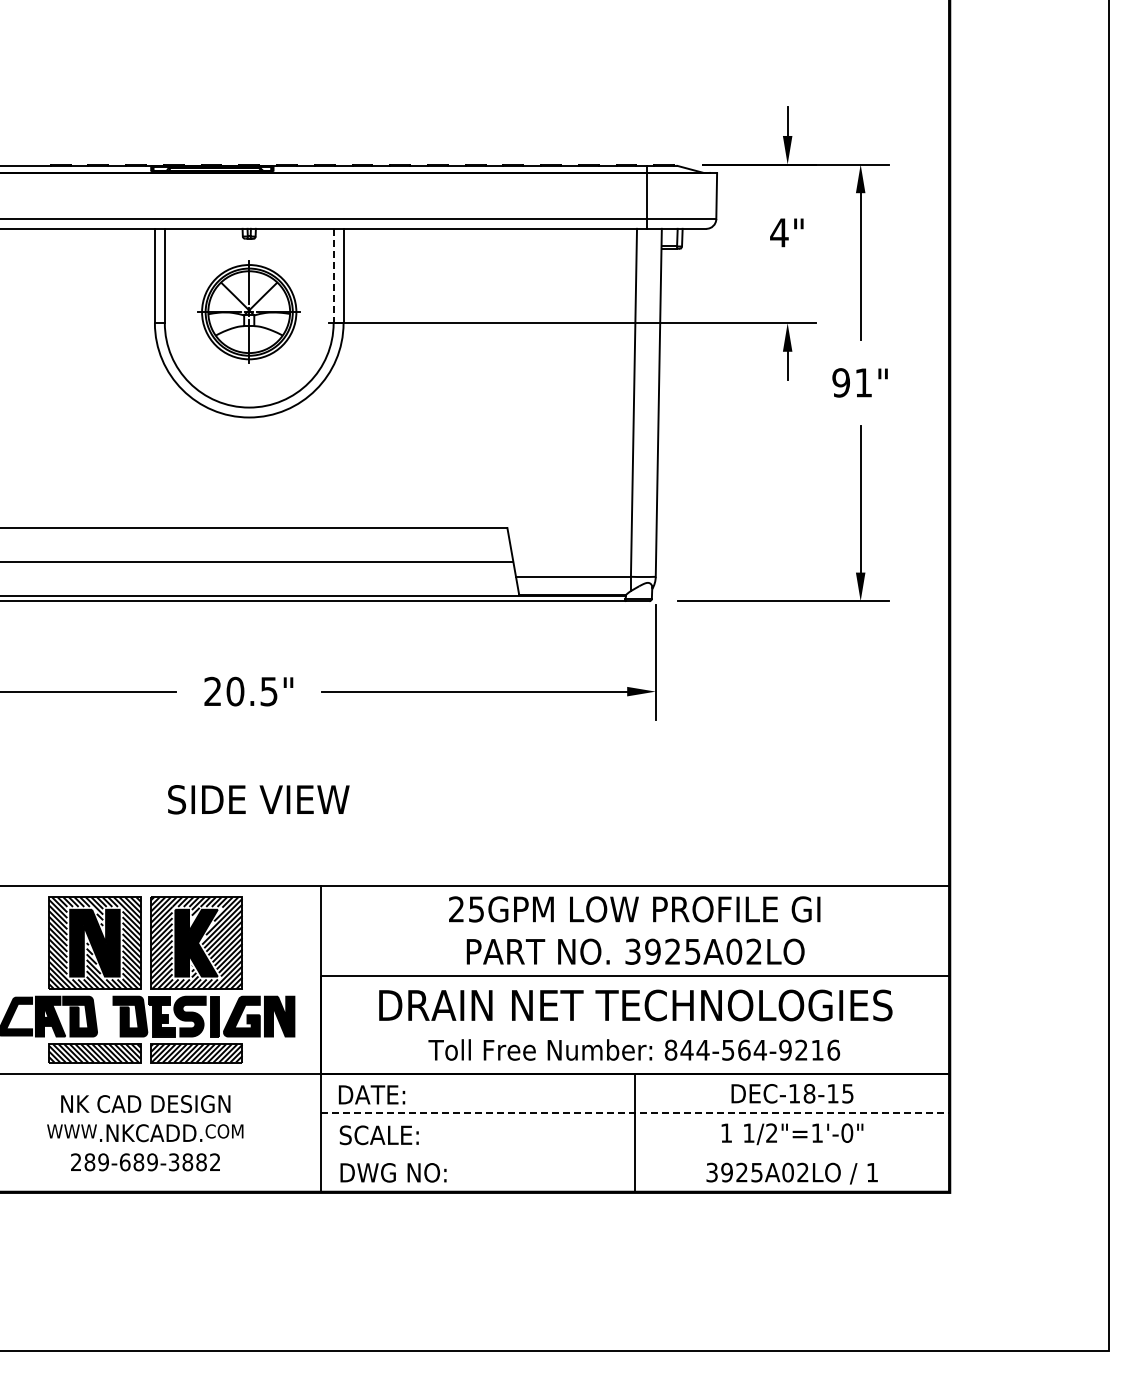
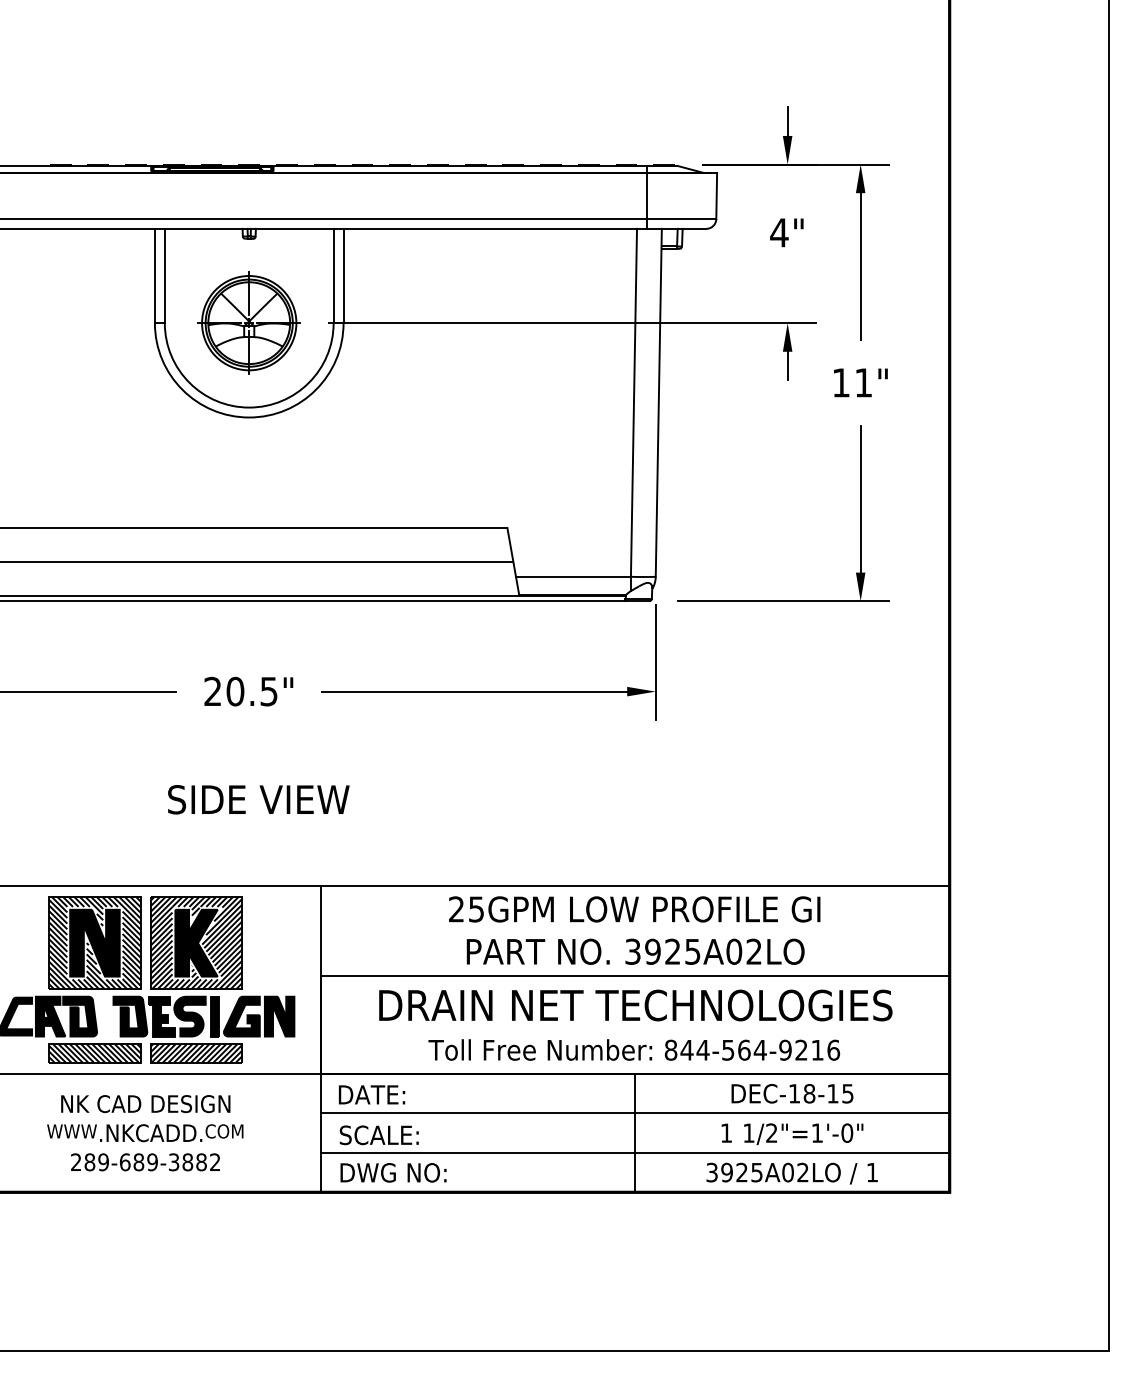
line at (333, 276): dashed -> solid
part at (248, 311) position: (248, 311) -> (248, 322)
text at (840, 382): 91" -> 11"
line at (635, 1113): dashed -> solid
line at (634, 1152): none -> present
